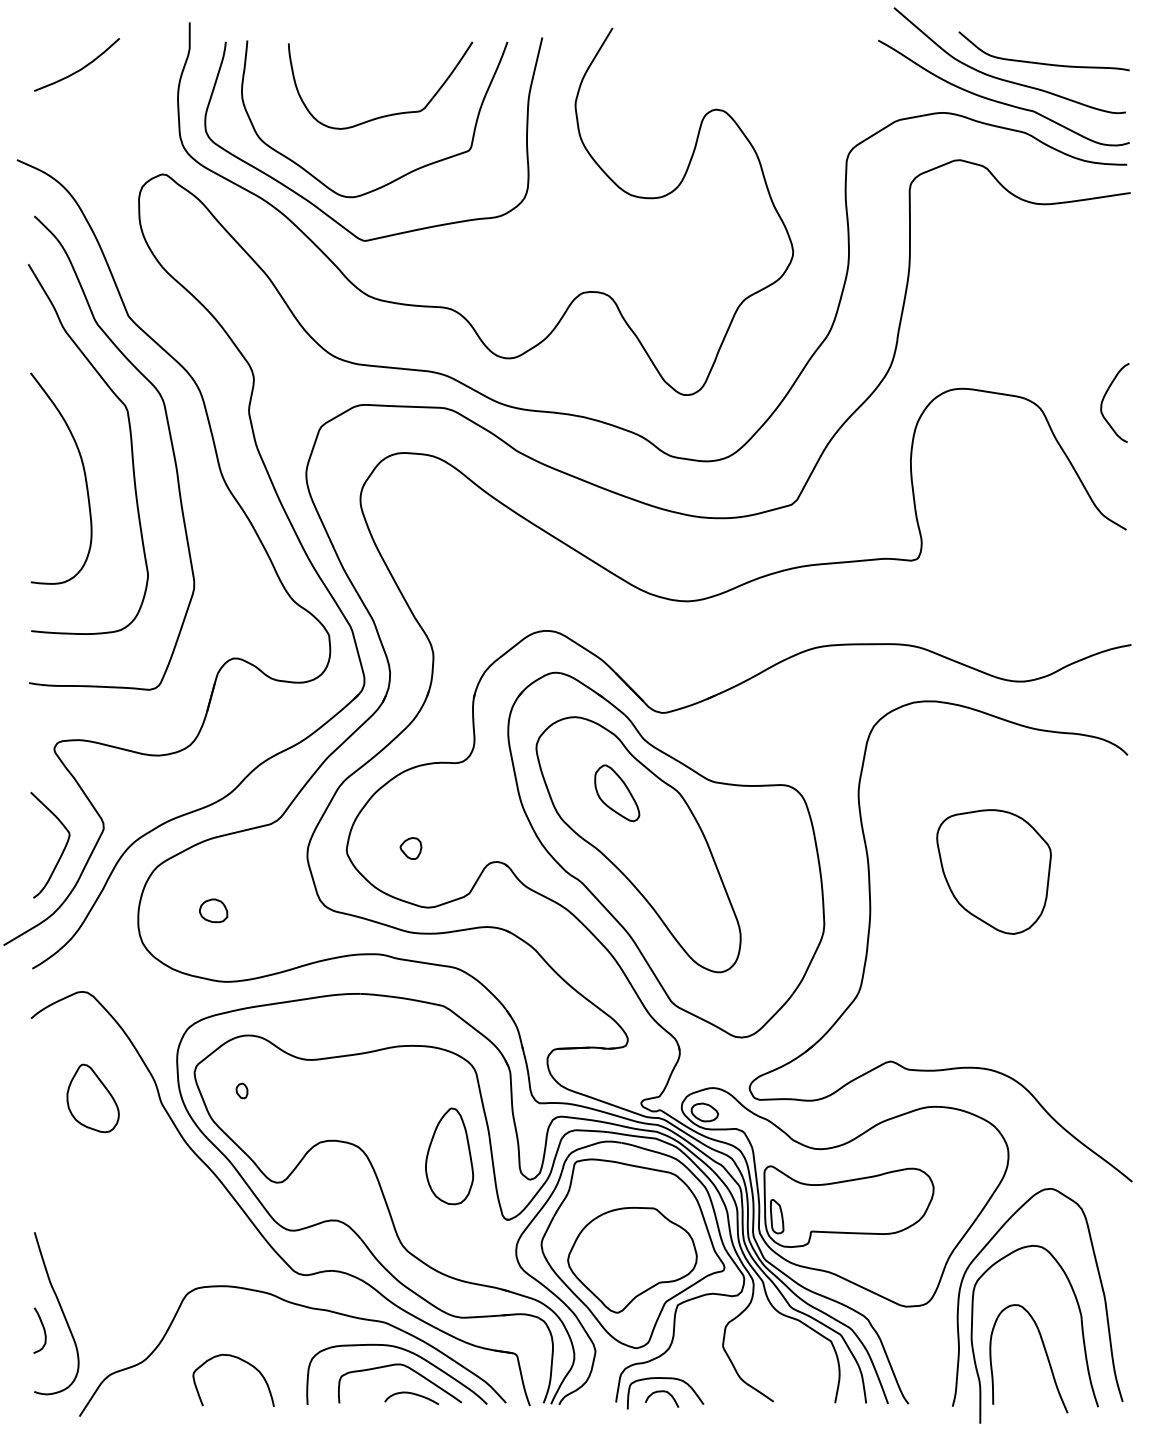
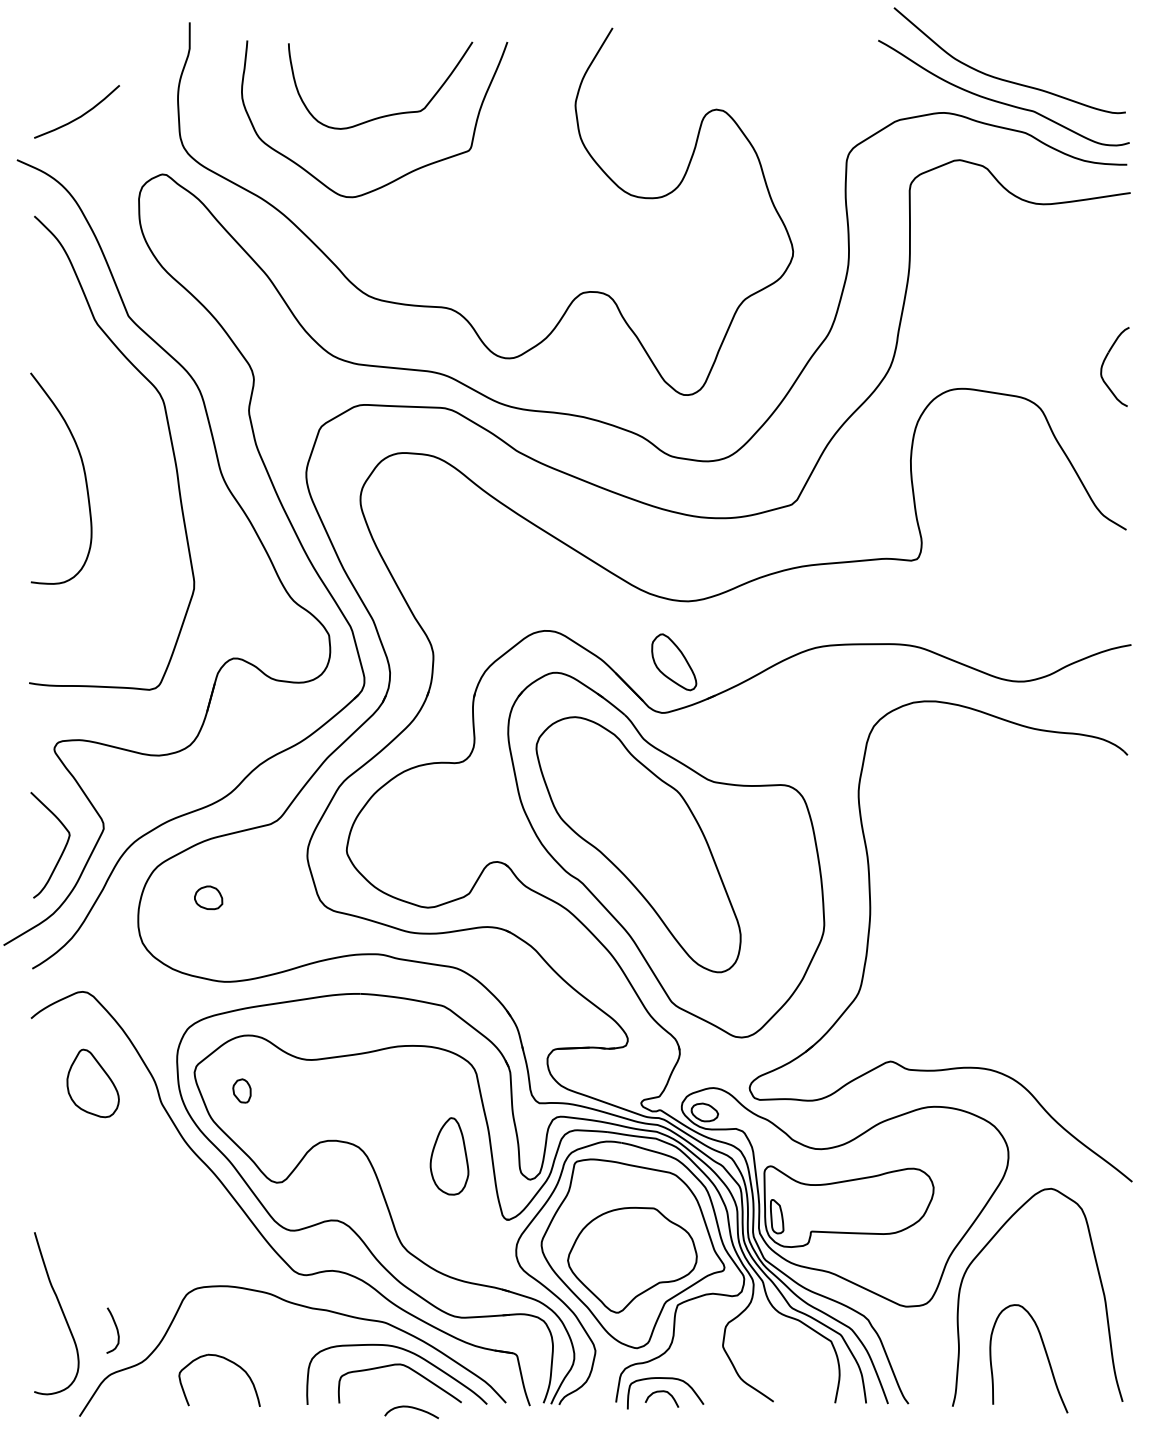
curve at (1041, 62): present -> none
curve at (78, 69) position: (78, 69) -> (78, 116)
curve at (320, 208): present -> none
part at (1104, 398) position: (1104, 398) -> (1104, 362)
curve at (130, 445): present -> none
part at (617, 793) position: (617, 793) -> (674, 662)
part at (410, 848): present -> none
part at (993, 871): present -> none
part at (213, 910) position: (213, 910) -> (208, 897)
part at (241, 1090) size: 14x18 px -> 20x26 px
part at (92, 1098) position: (92, 1098) -> (92, 1083)
part at (449, 1156) size: 49x99 px -> 41x79 px
curve at (43, 1330) position: (43, 1330) -> (116, 1330)
curve at (1081, 1331): present -> none
part at (242, 1361) position: (242, 1361) -> (228, 1361)
curve at (411, 1394) position: (411, 1394) -> (411, 1408)
